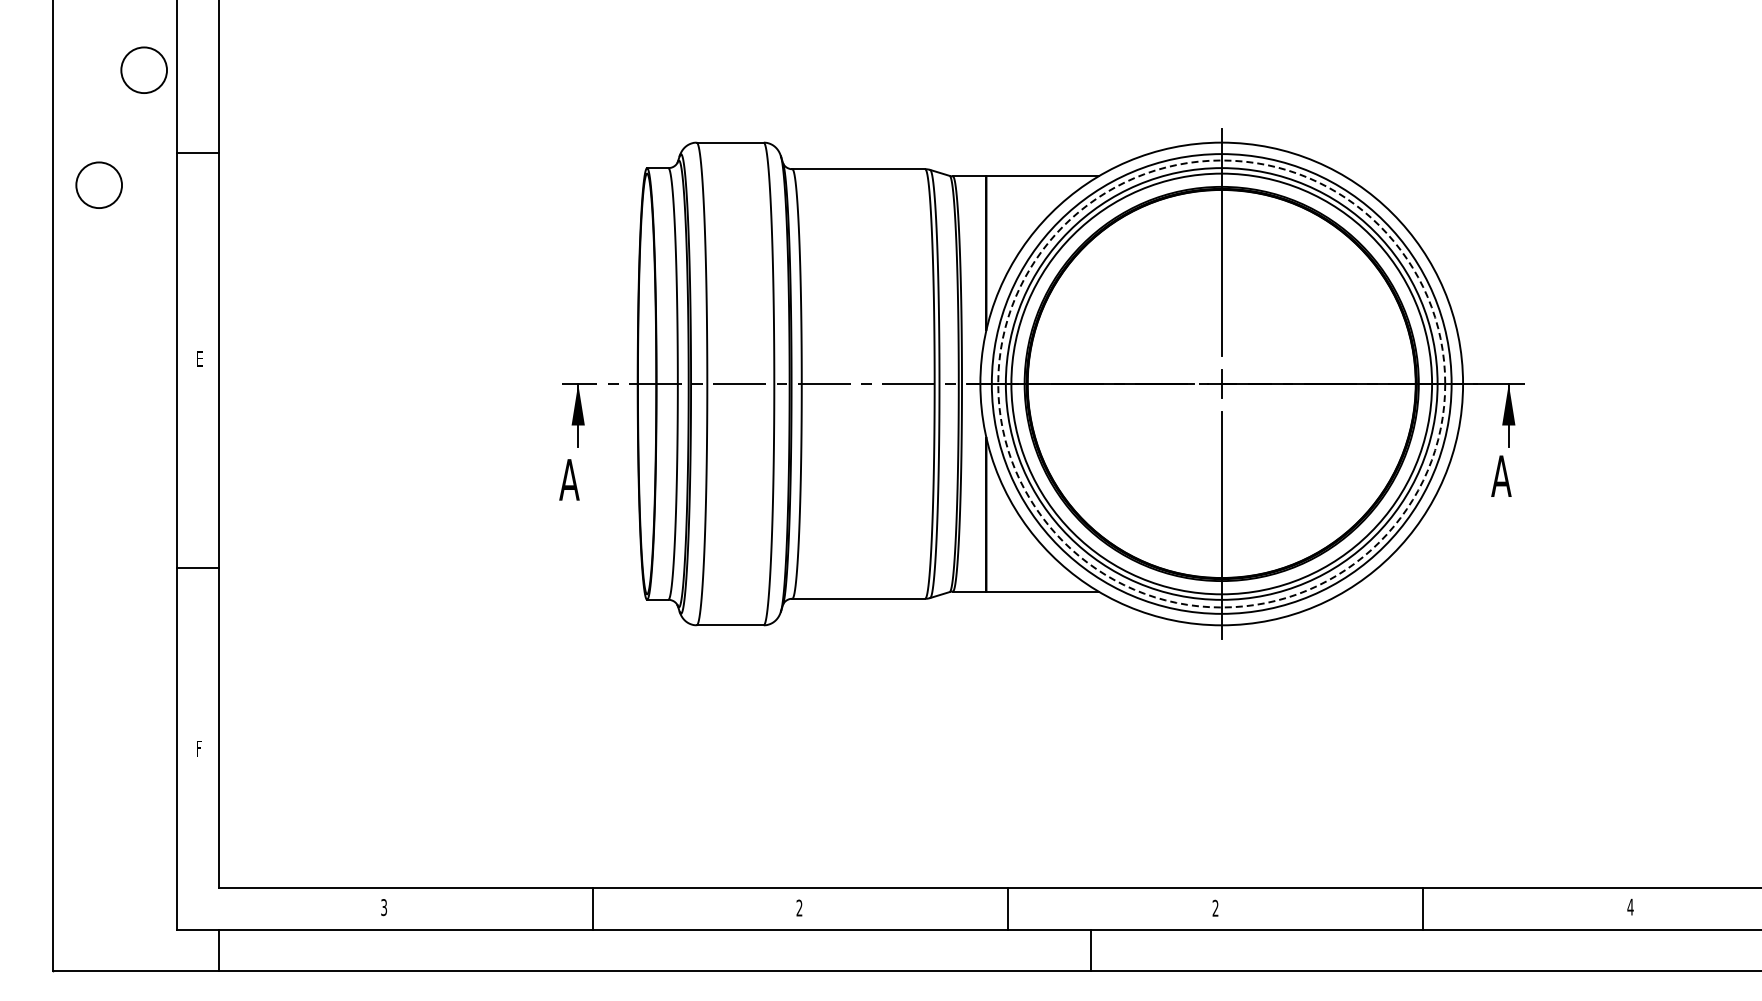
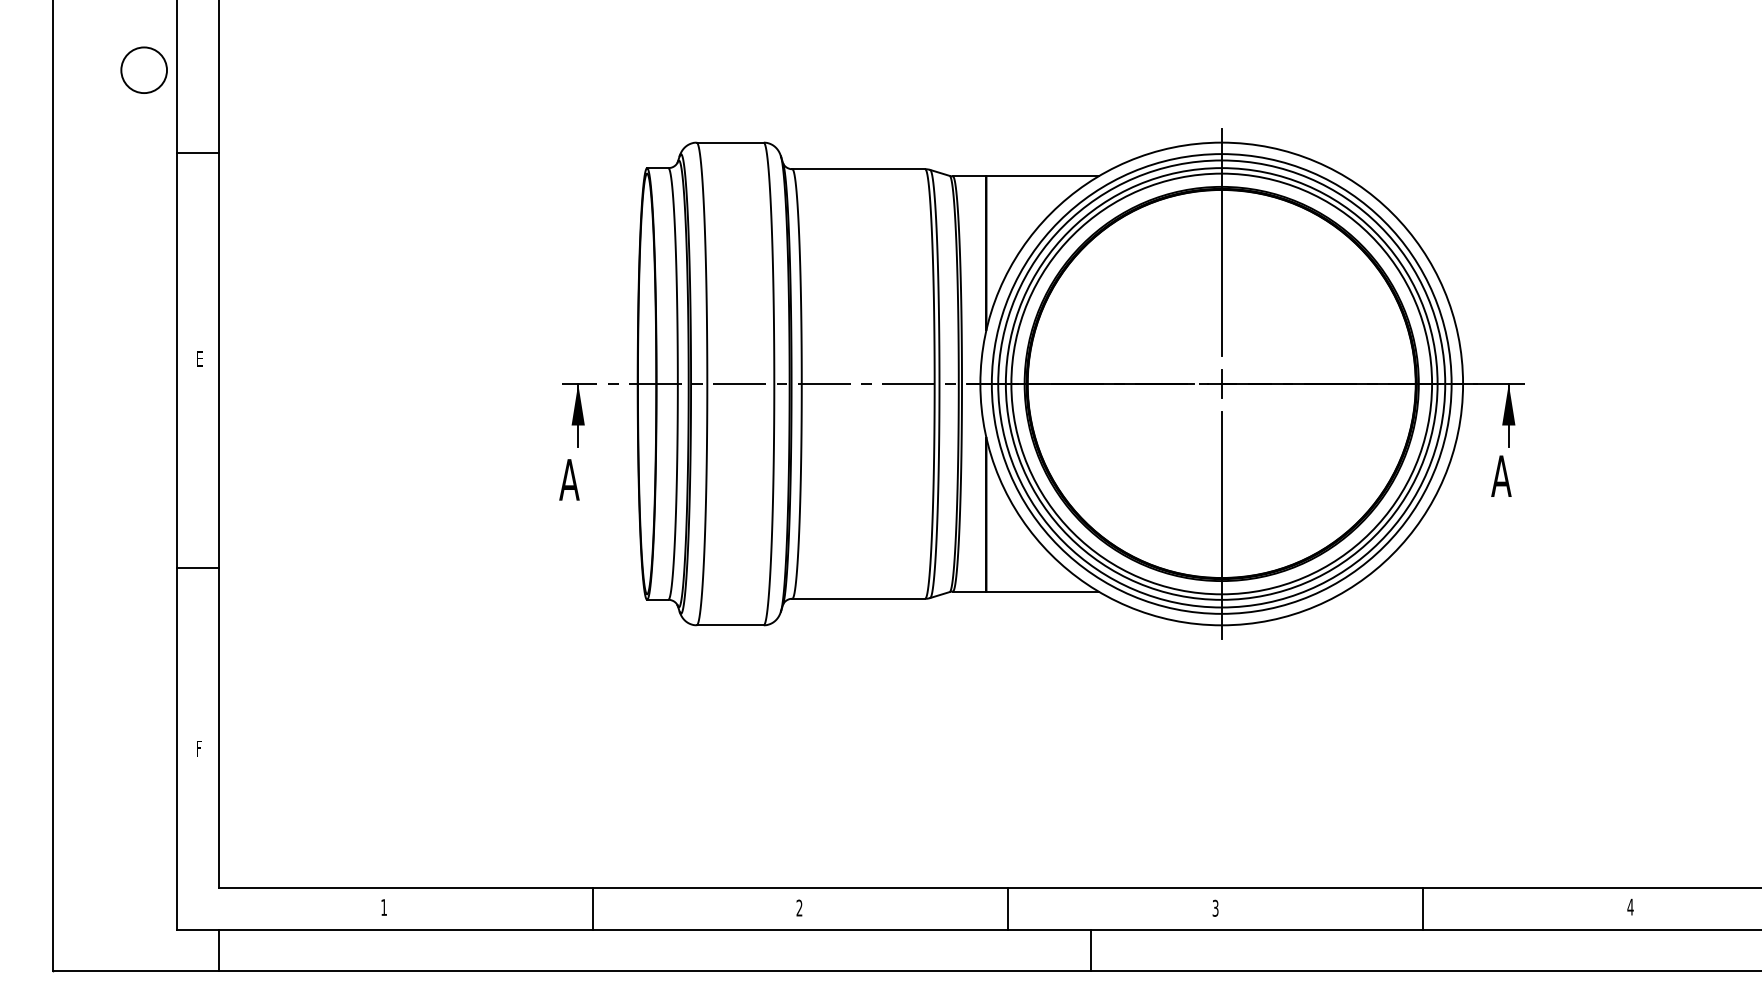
circle at (98, 184): present -> none
circle at (1221, 383): dashed -> solid
text at (383, 907): 3 -> 1
text at (1215, 908): 2 -> 3
